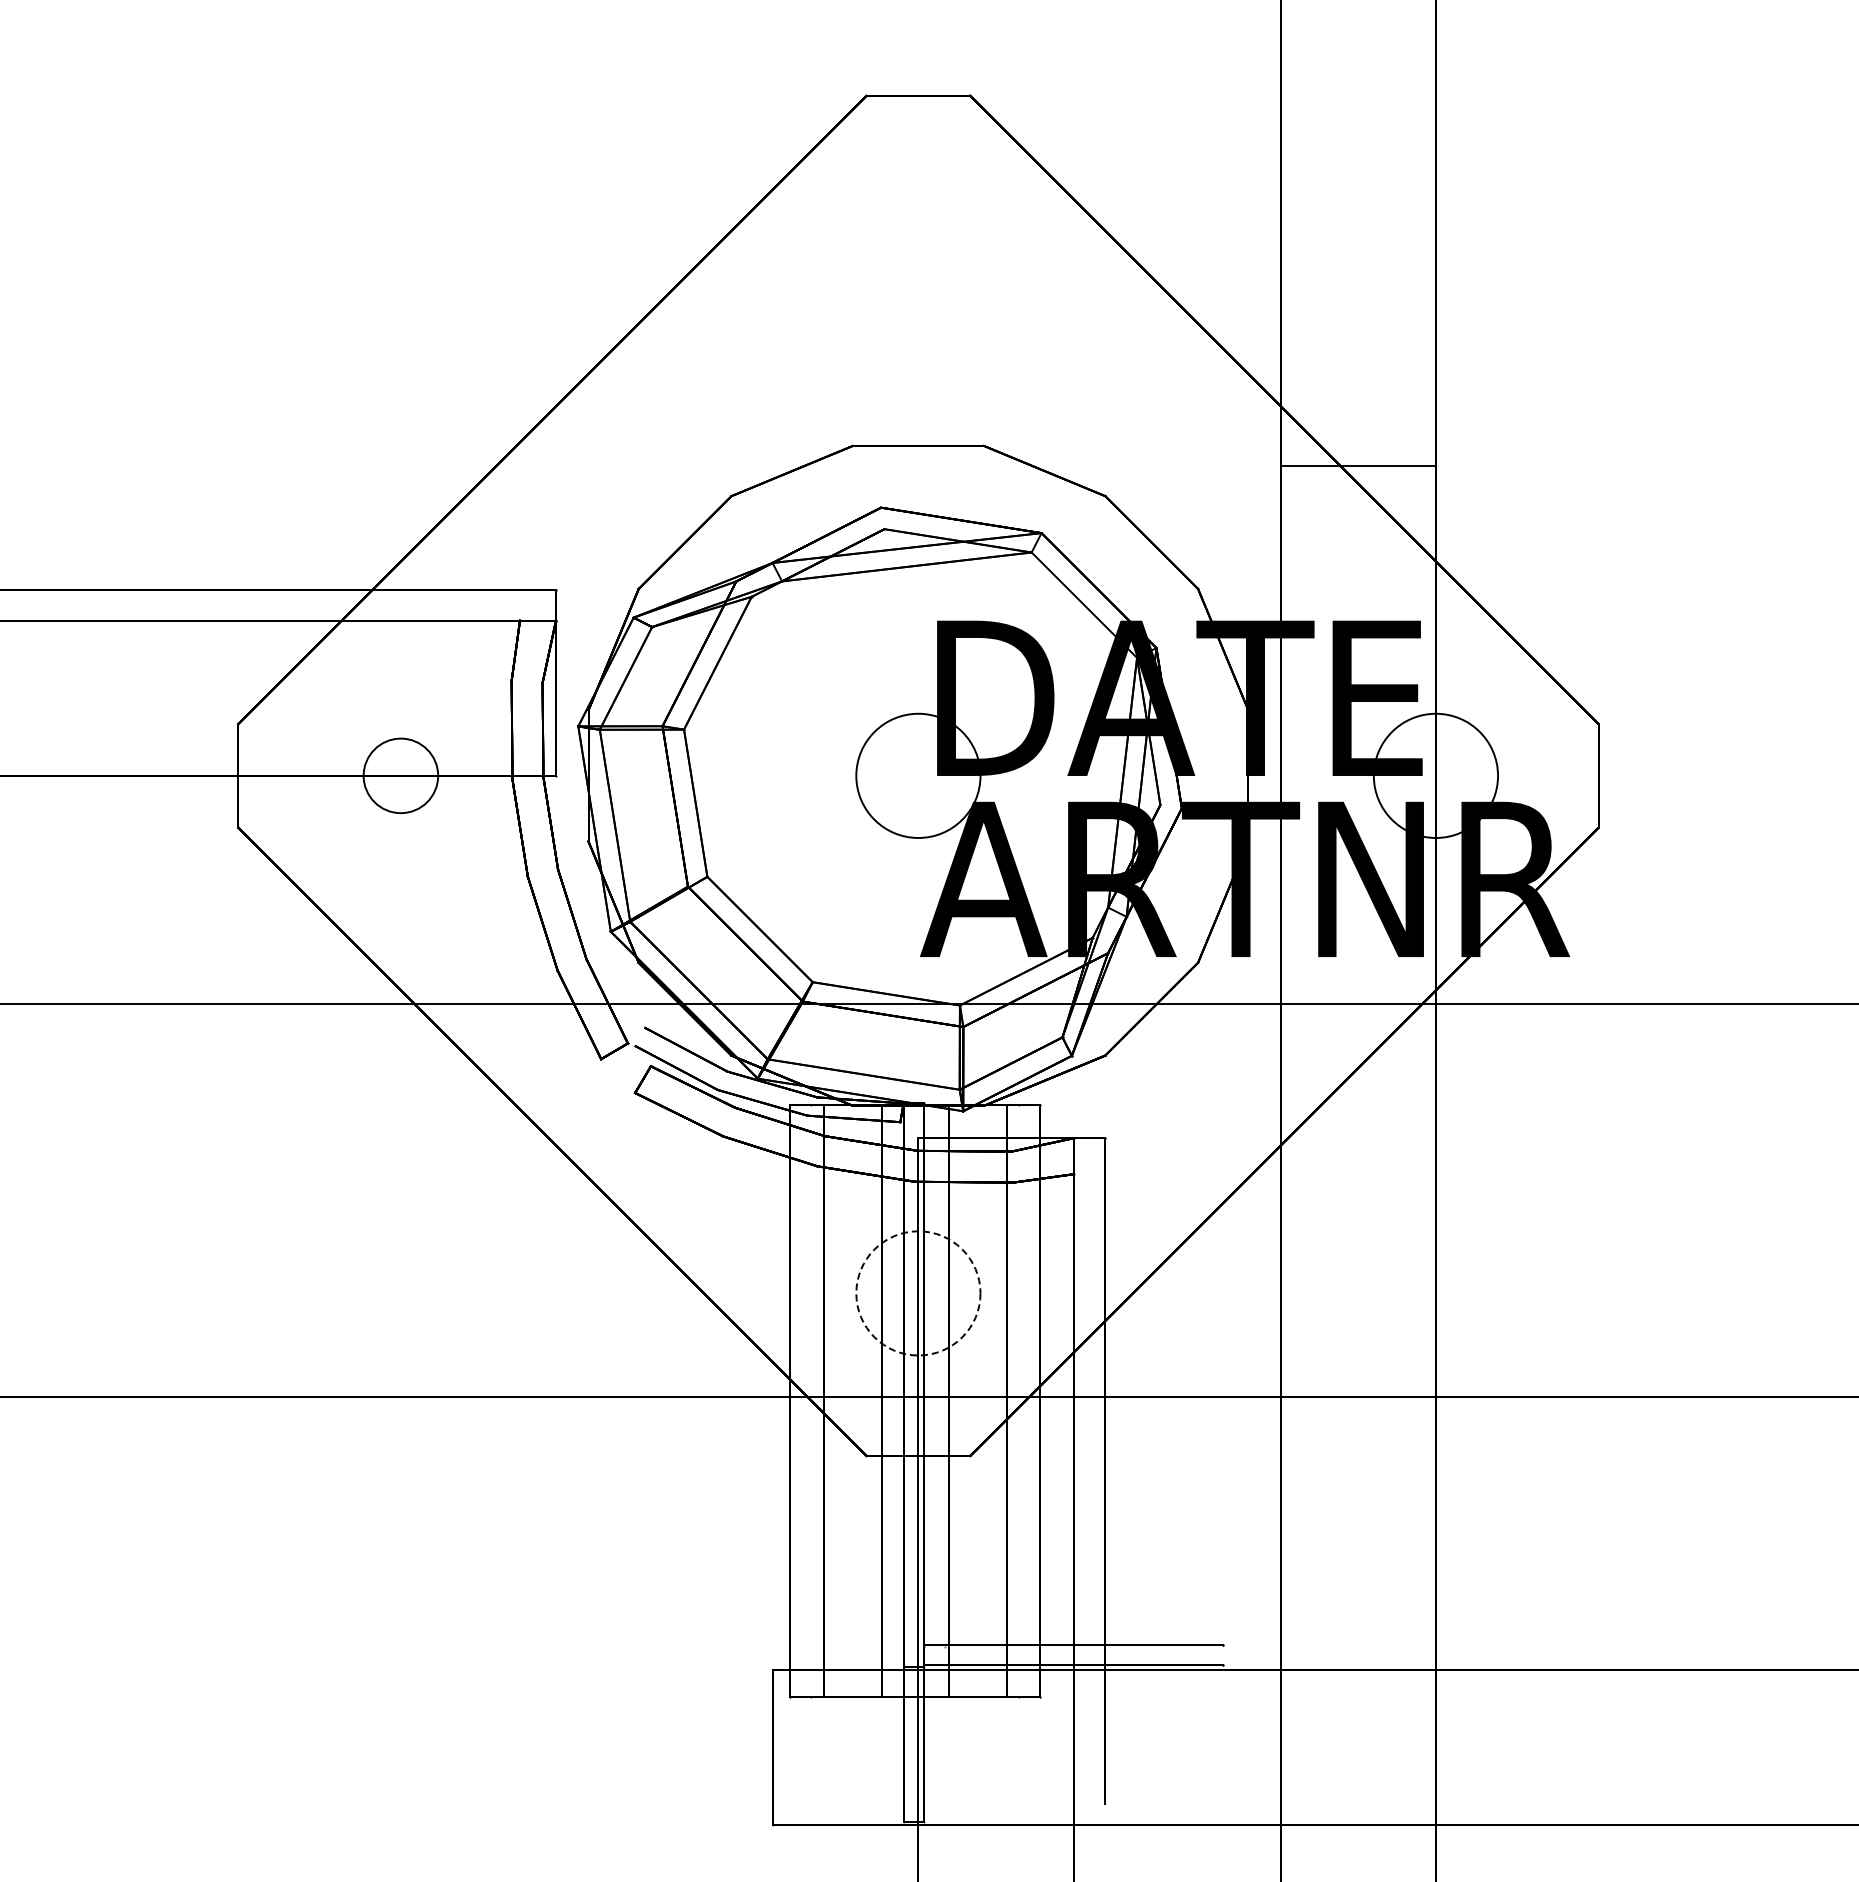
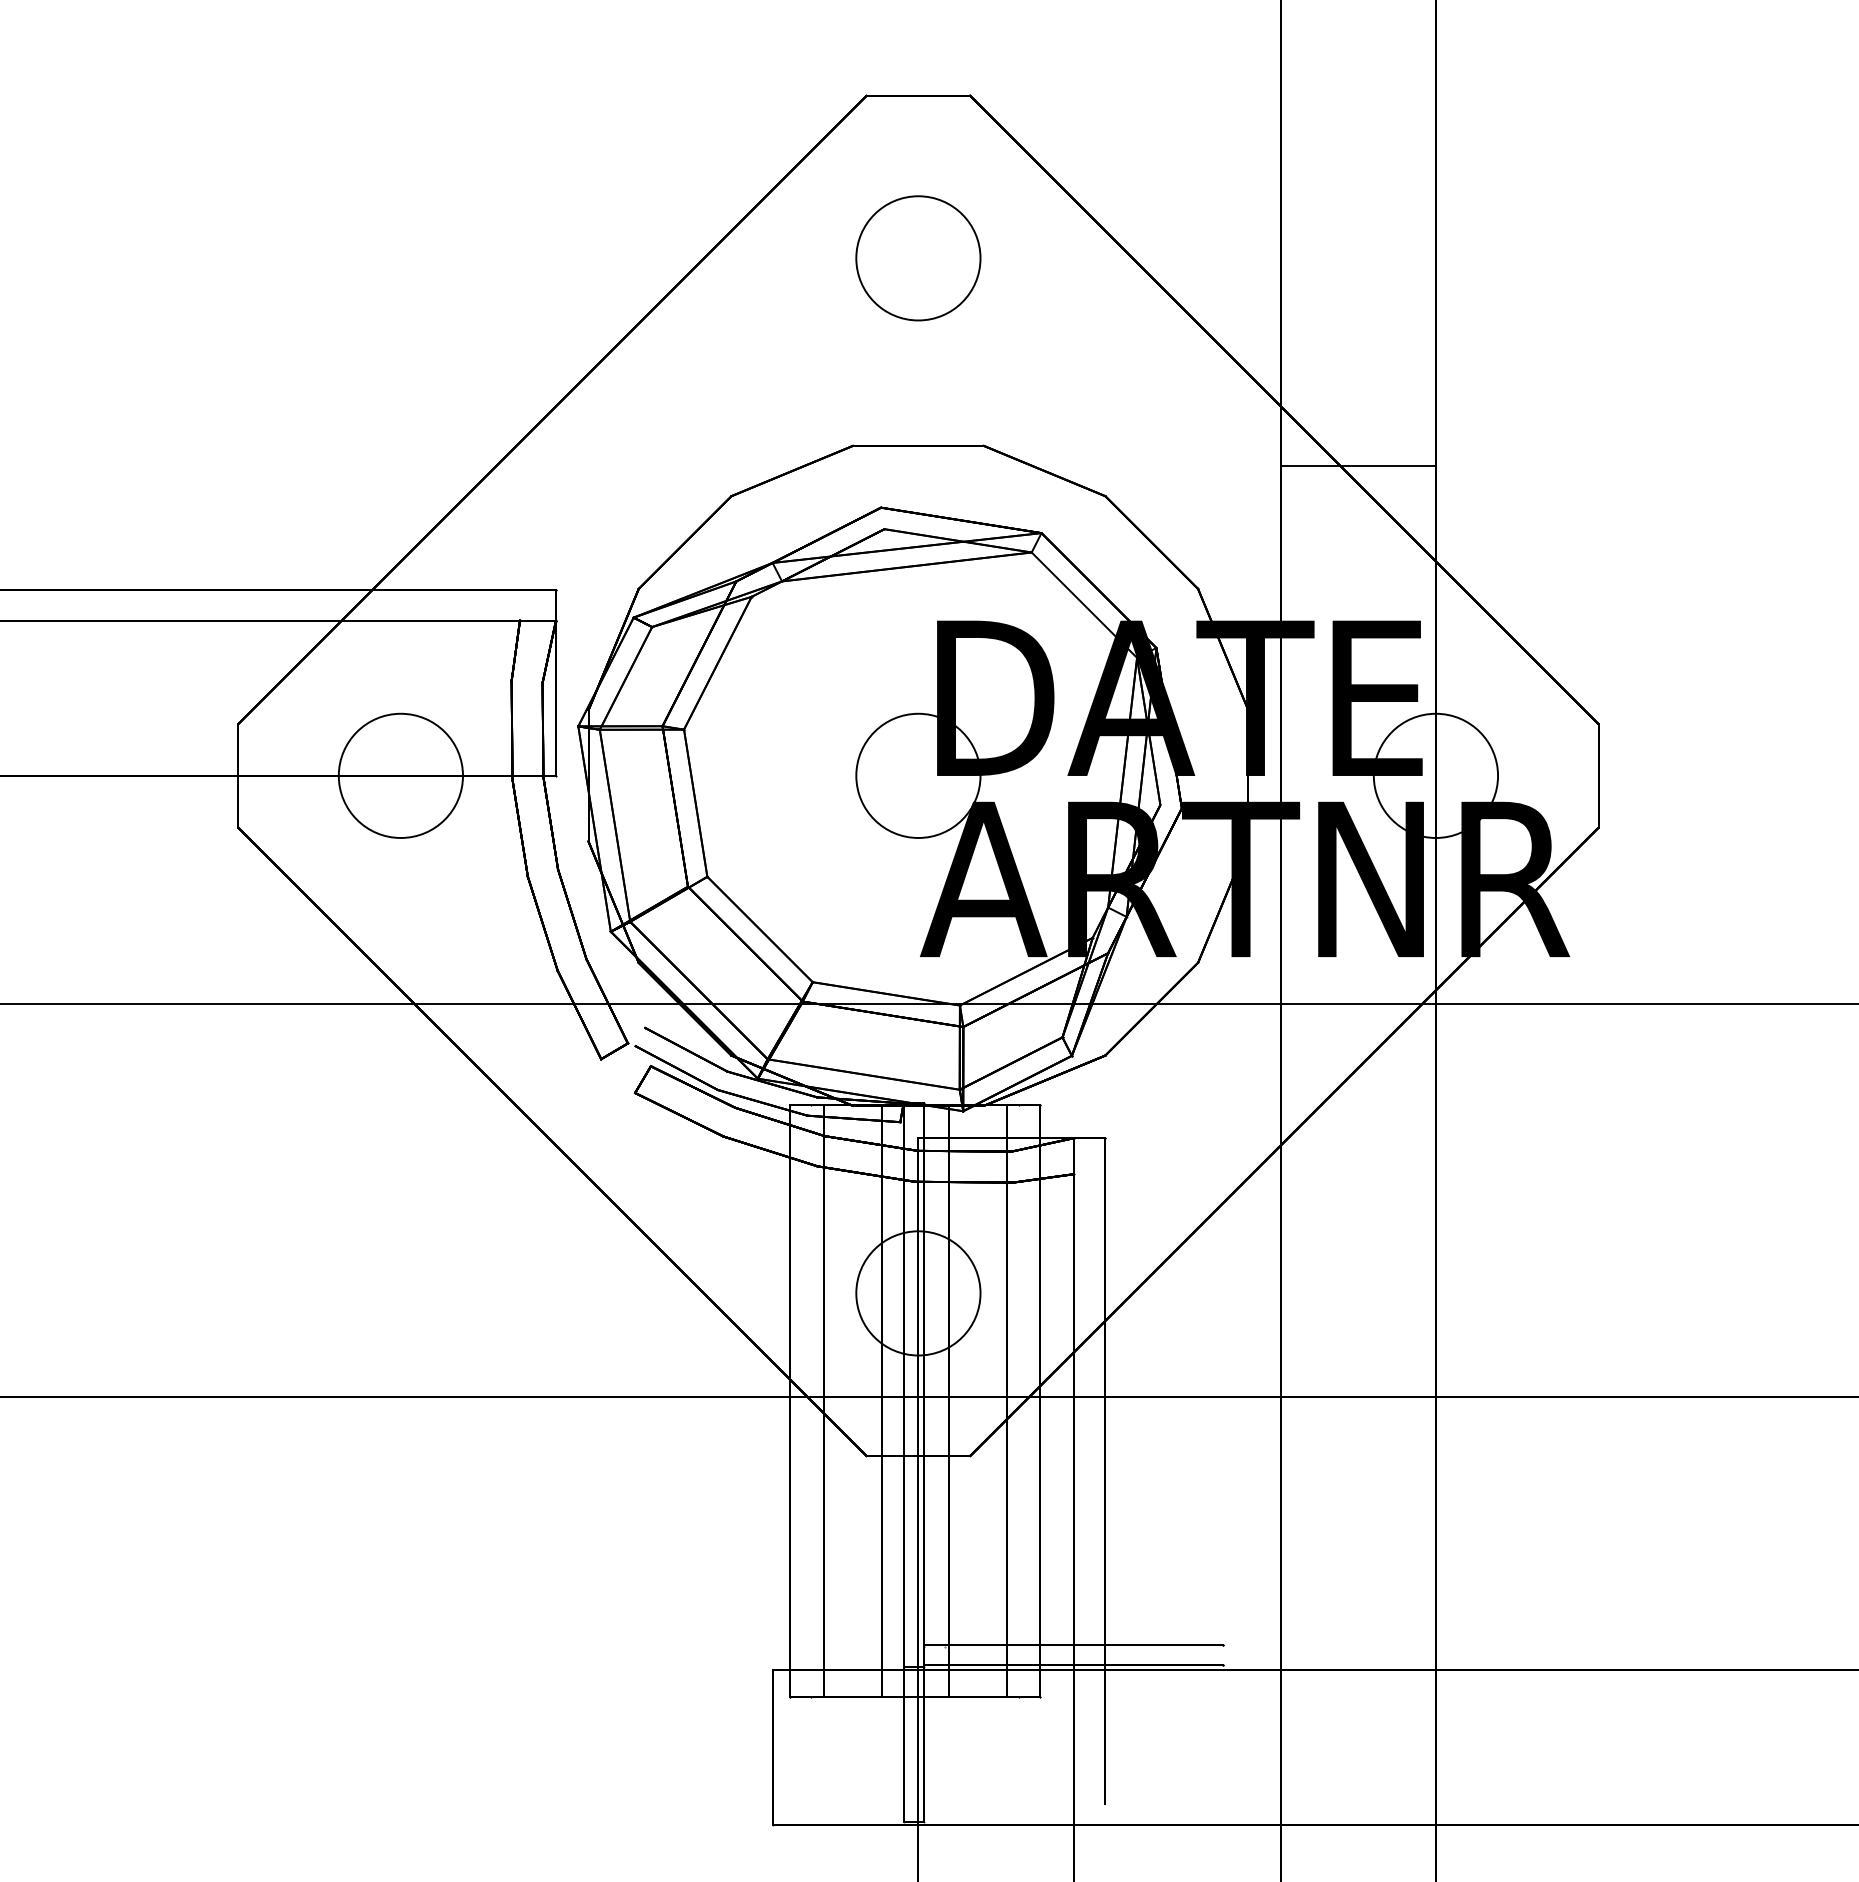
circle at (918, 258): none -> present
circle at (400, 775) diameter: 75 px -> 124 px
circle at (918, 1293): dashed -> solid
